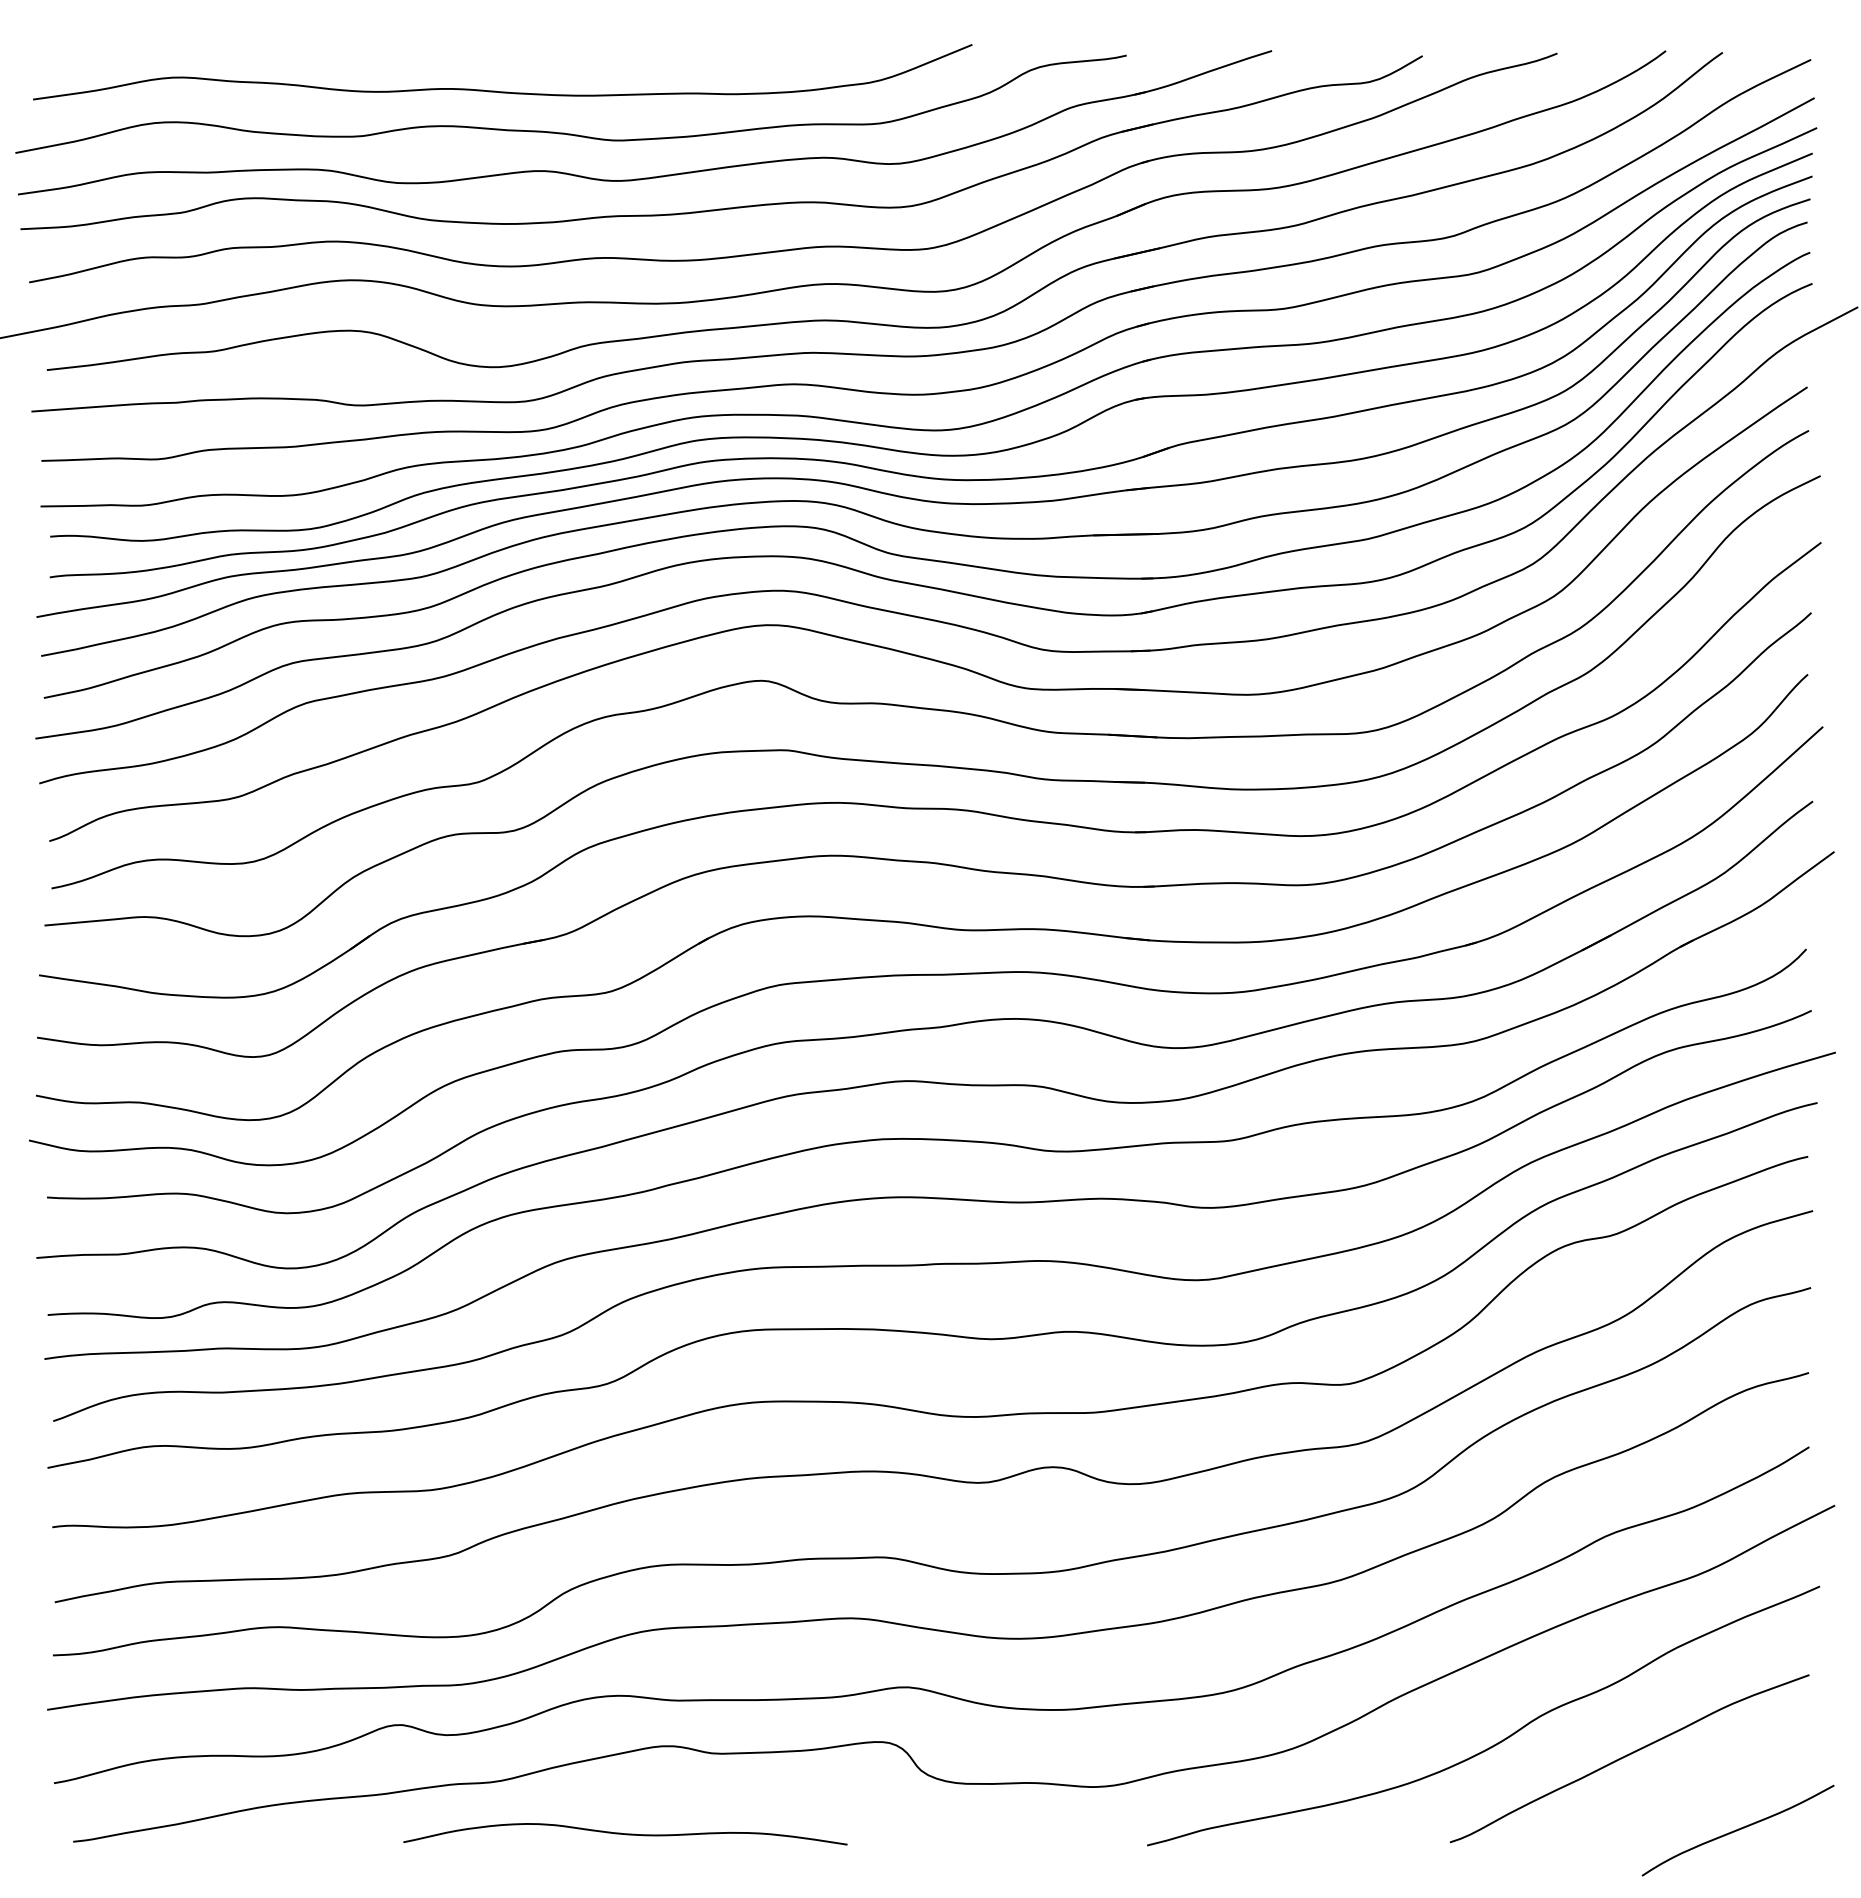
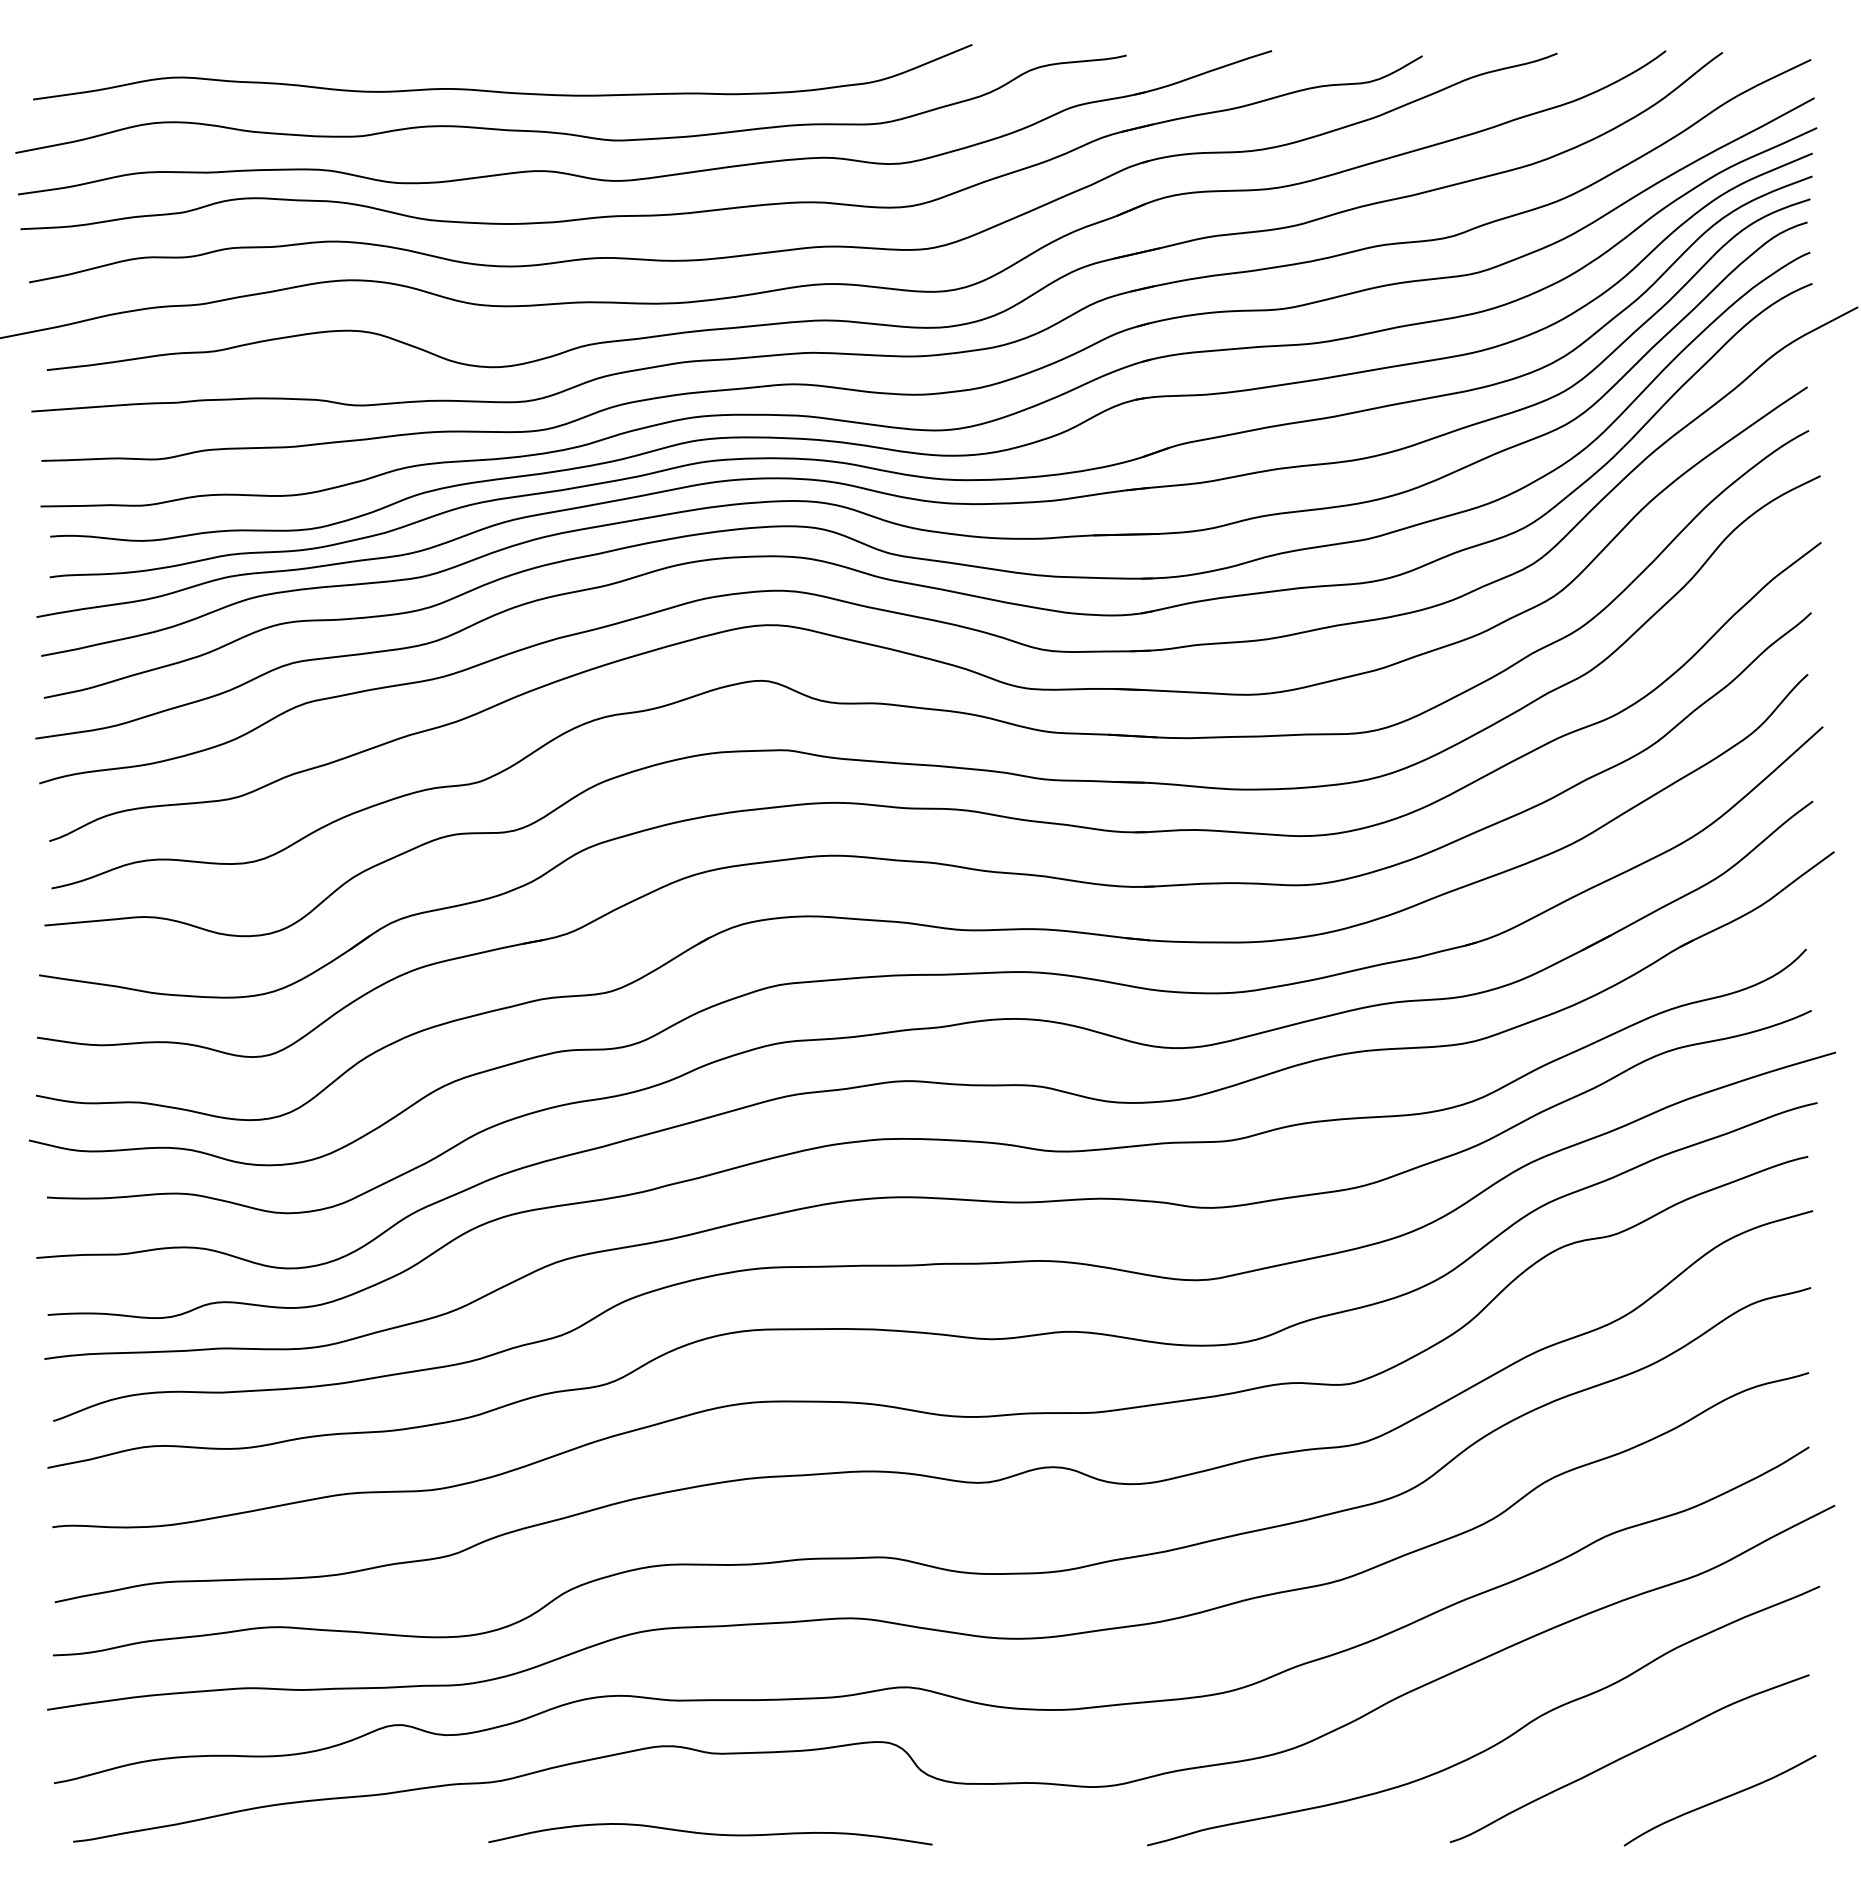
curve at (1737, 1830) position: (1737, 1830) -> (1719, 1800)
curve at (625, 1834) position: (625, 1834) -> (710, 1834)
